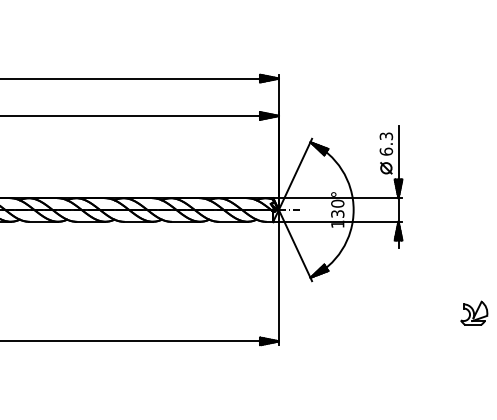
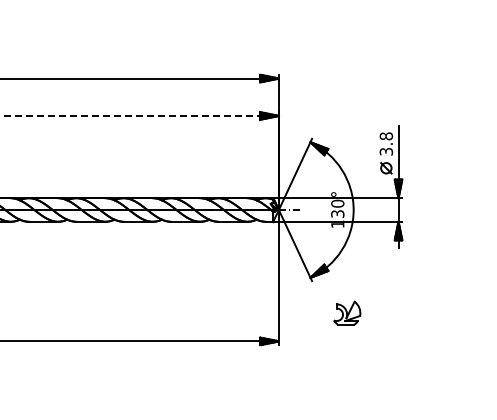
line at (139, 115): solid -> dashed
text at (386, 143): 6.3 -> 3.8
part at (474, 312) position: (474, 312) -> (347, 312)
